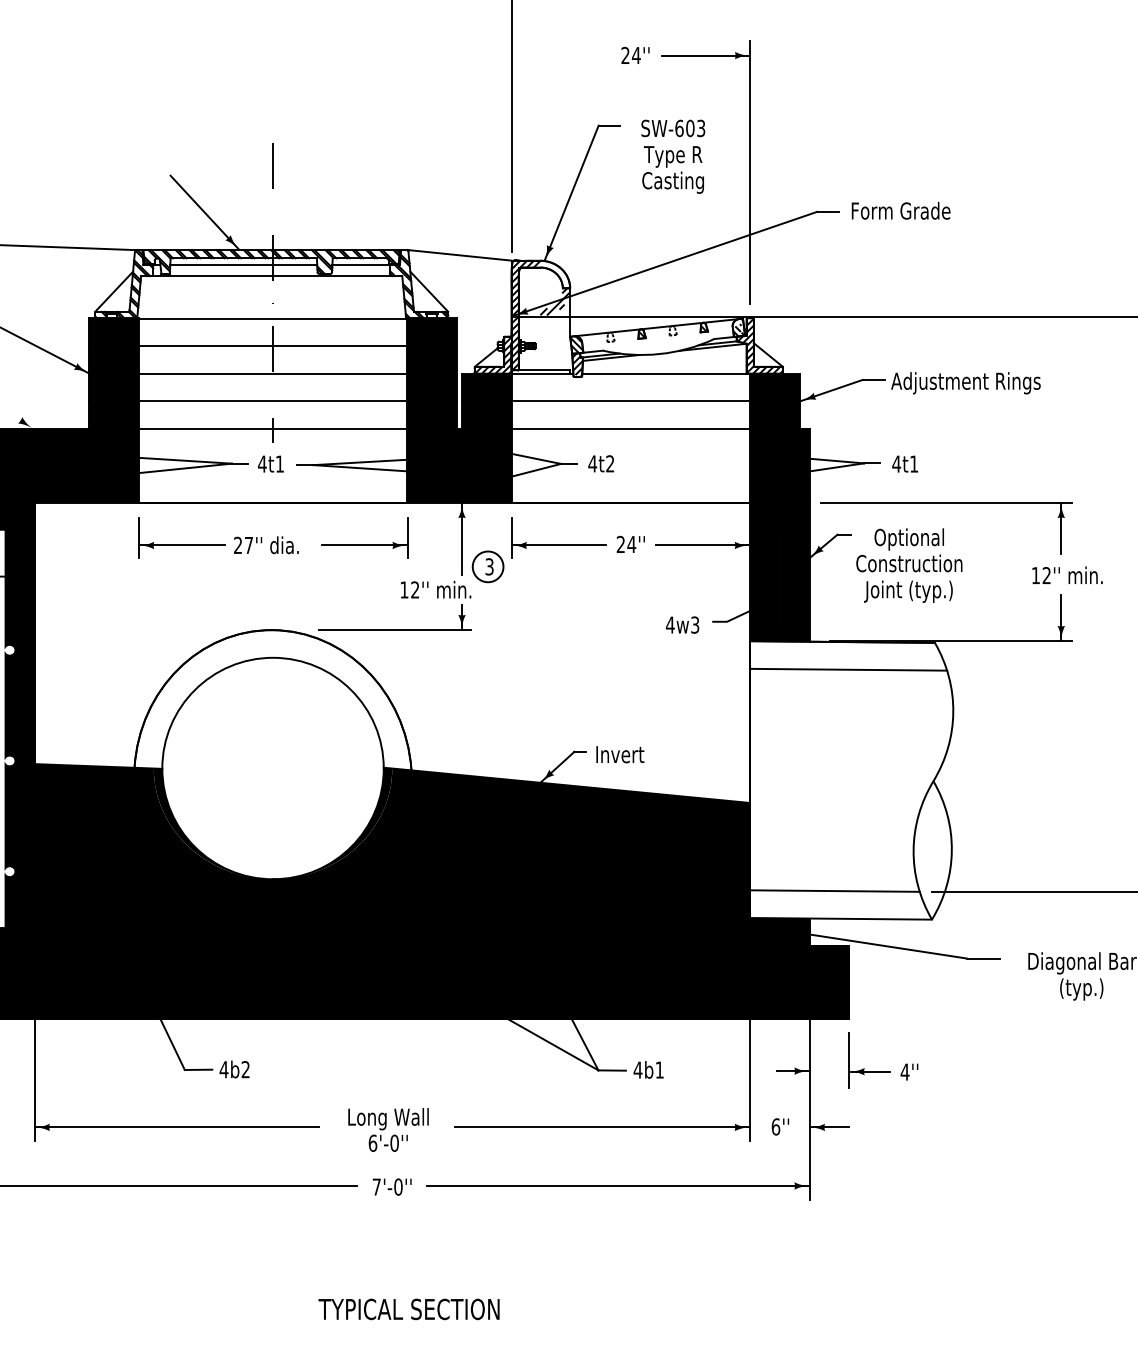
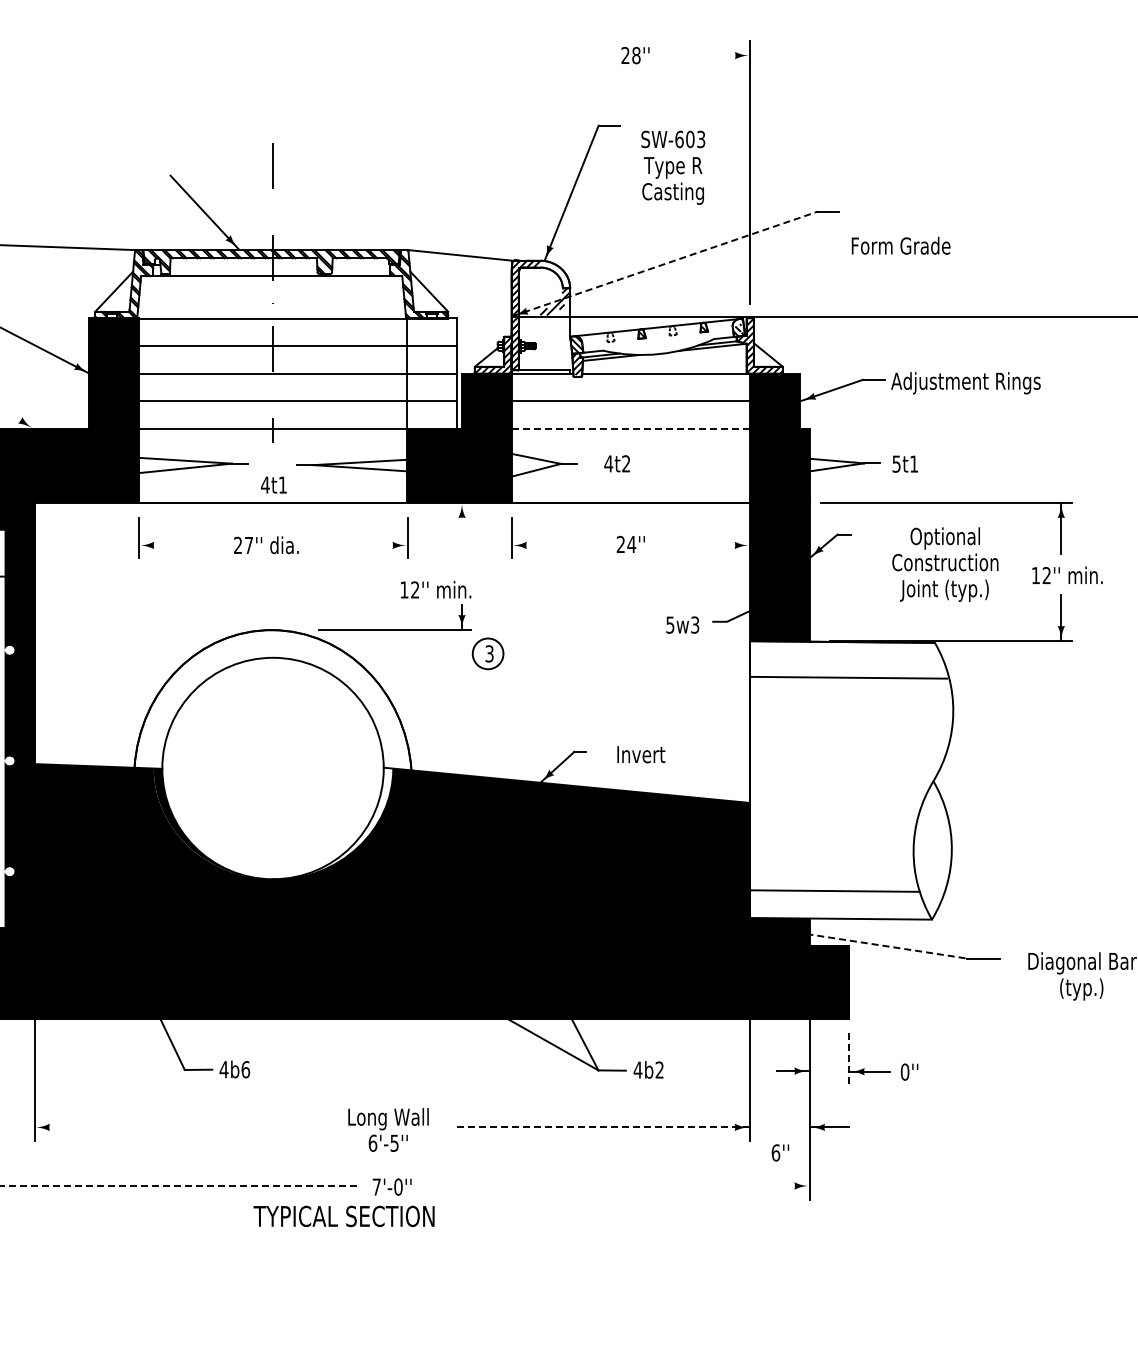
text at (635, 55): 24'' -> 28''
line at (706, 55): present -> none
line at (511, 127): present -> none
text at (673, 156) position: (673, 156) -> (673, 167)
text at (900, 210) position: (900, 210) -> (900, 245)
line at (243, 264): present -> none
line at (361, 264): present -> none
line at (665, 264): solid -> dashed
fill at (431, 373): present -> none
line at (631, 429): solid -> dashed
text at (270, 463) position: (270, 463) -> (273, 484)
text at (600, 463) position: (600, 463) -> (616, 463)
text at (896, 463): 4t1 -> 5t1
line at (462, 538): present -> none
line at (181, 545): present -> none
line at (364, 545): present -> none
line at (558, 545): present -> none
line at (702, 545): present -> none
text at (909, 565) position: (909, 565) -> (945, 564)
part at (487, 566) position: (487, 566) -> (487, 653)
text at (669, 624): 4w3 -> 5w3
line at (848, 669) position: (848, 669) -> (848, 677)
text at (620, 754) position: (620, 754) -> (641, 754)
fill at (332, 823): present -> none
line at (1033, 891): present -> none
line at (881, 945): solid -> dashed
line at (849, 1061): solid -> dashed
text at (245, 1069): 4b2 -> 4b6
text at (659, 1069): 4b1 -> 4b2
text at (904, 1071): 4'' -> 0''
text at (780, 1126) position: (780, 1126) -> (780, 1152)
line at (176, 1127): present -> none
line at (602, 1127): solid -> dashed
text at (394, 1142): 6'-0'' -> 6'-5''
line at (178, 1185): solid -> dashed
line at (617, 1185): present -> none
text at (408, 1309) position: (408, 1309) -> (343, 1216)
